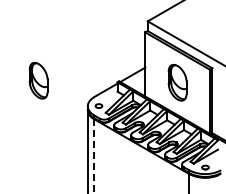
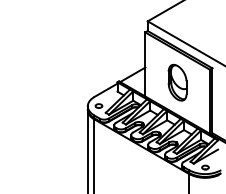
part at (38, 80): present -> none
line at (94, 156): dashed -> solid
